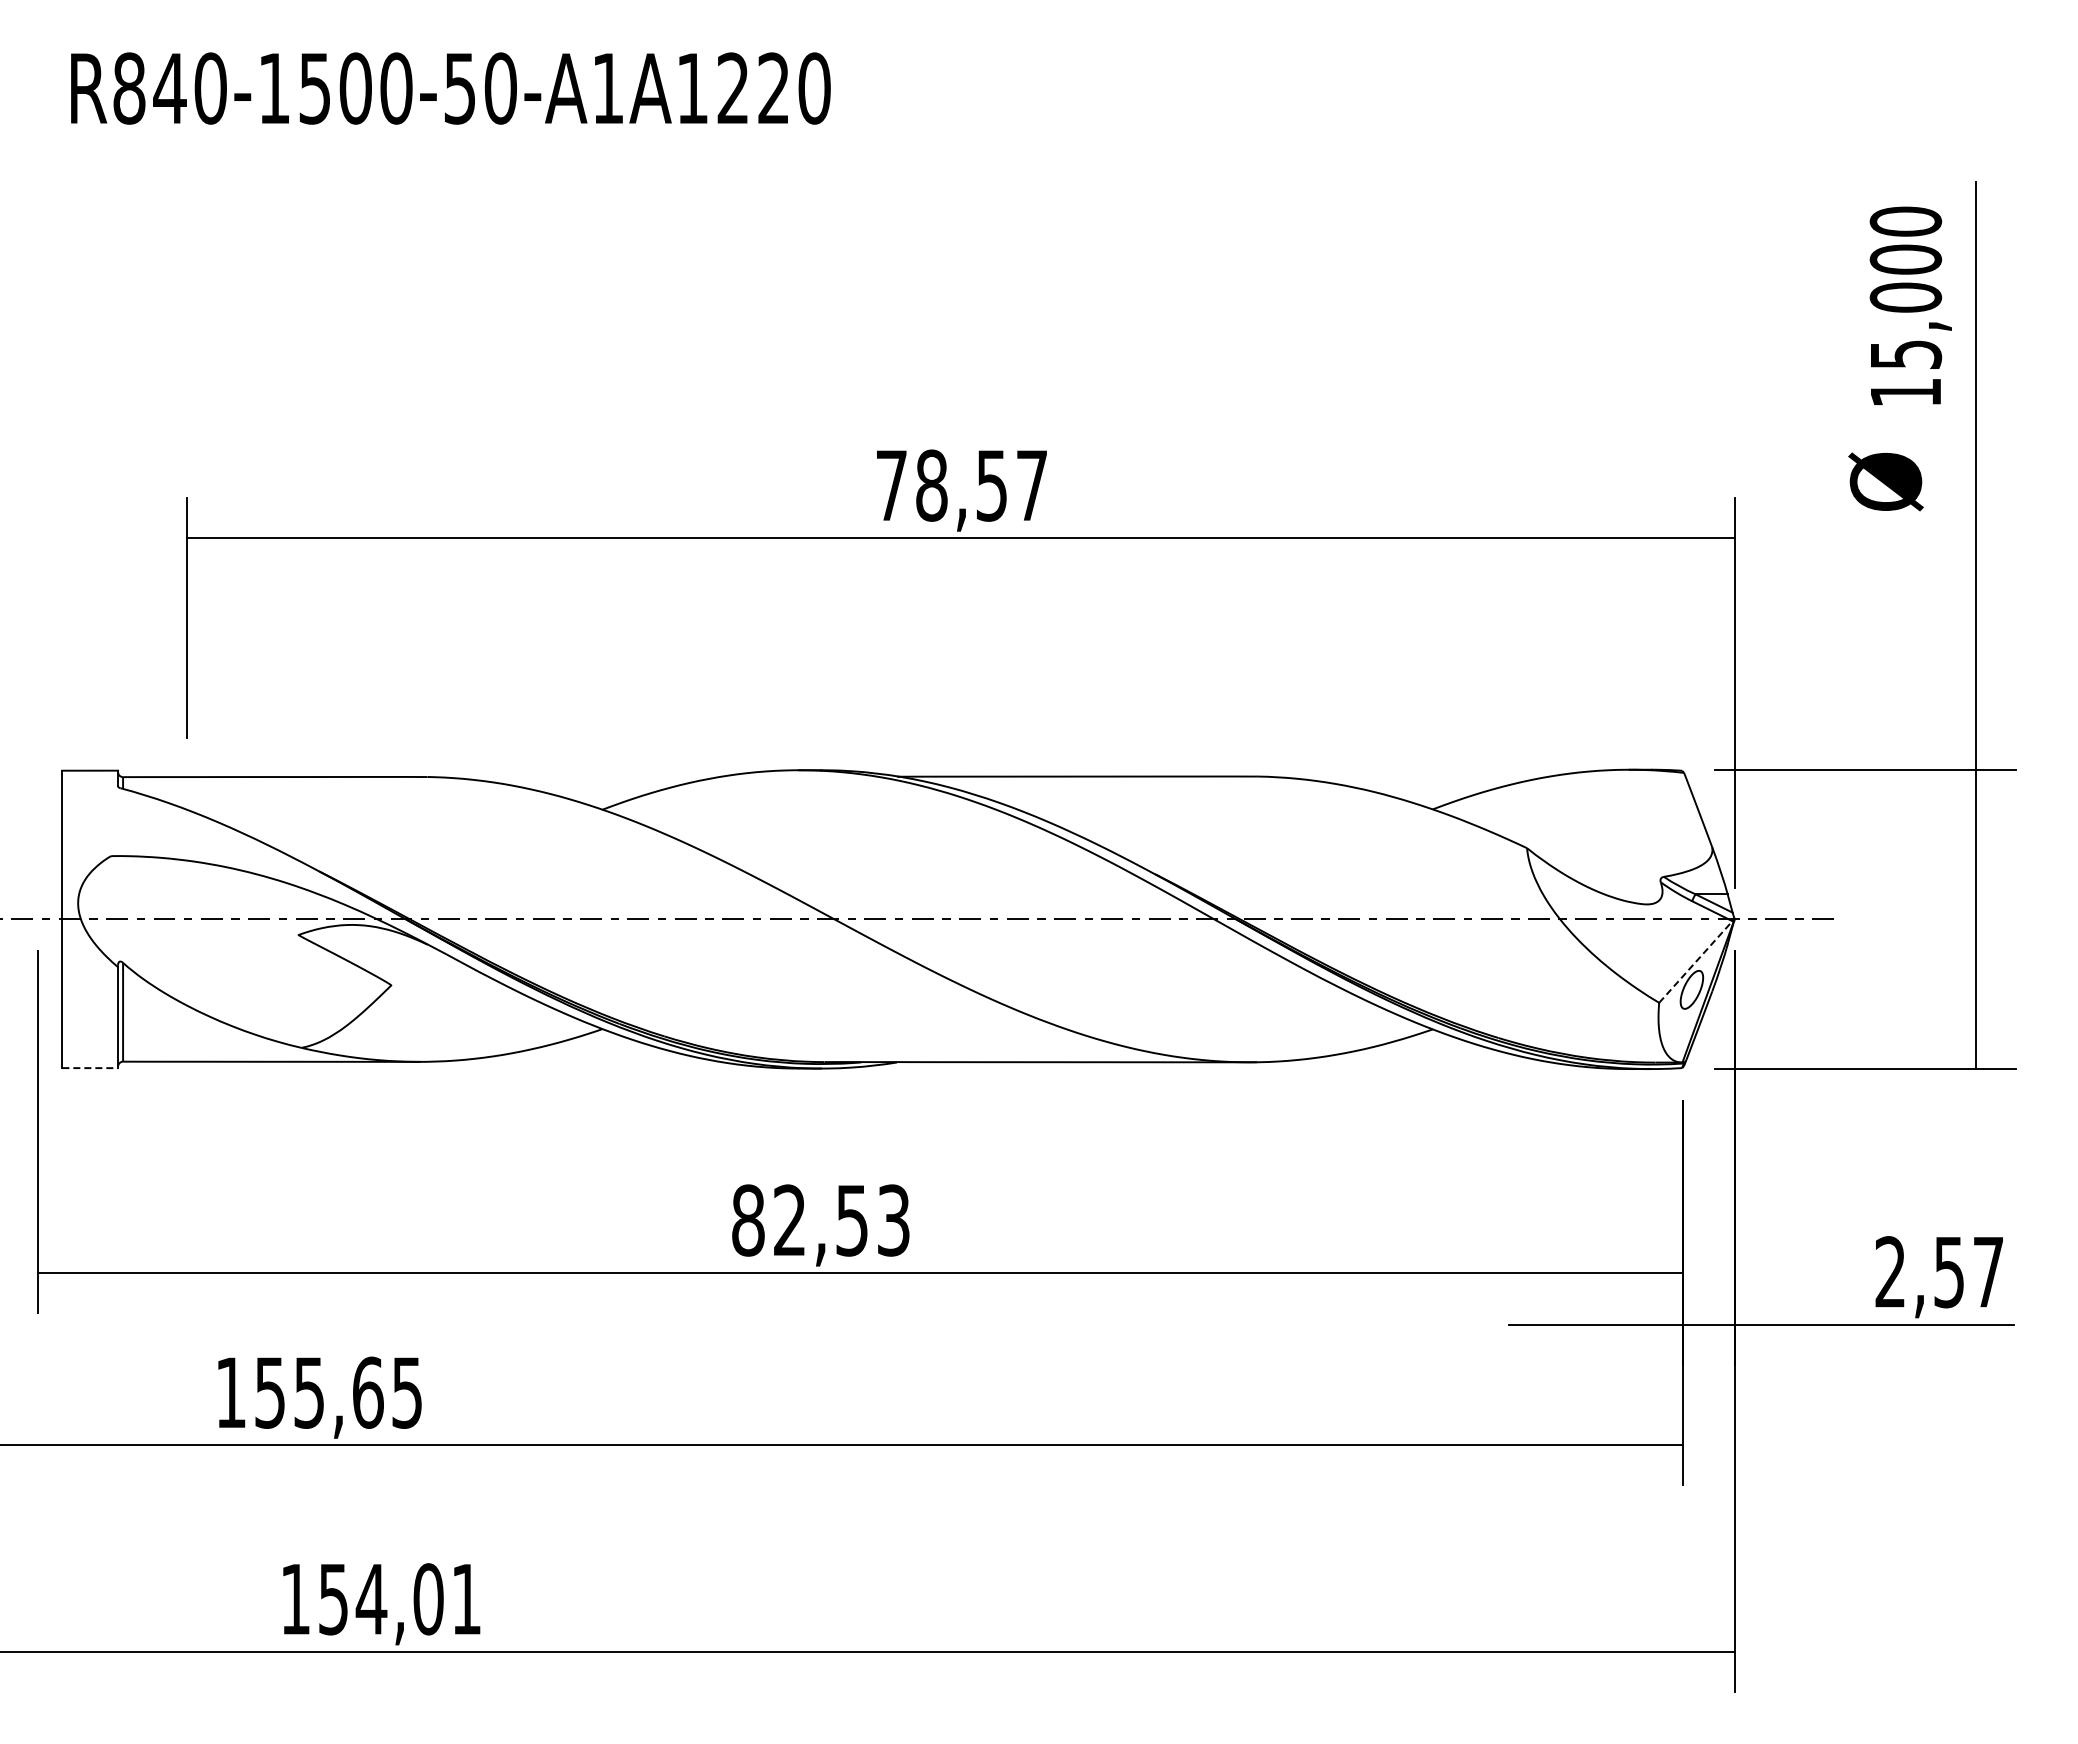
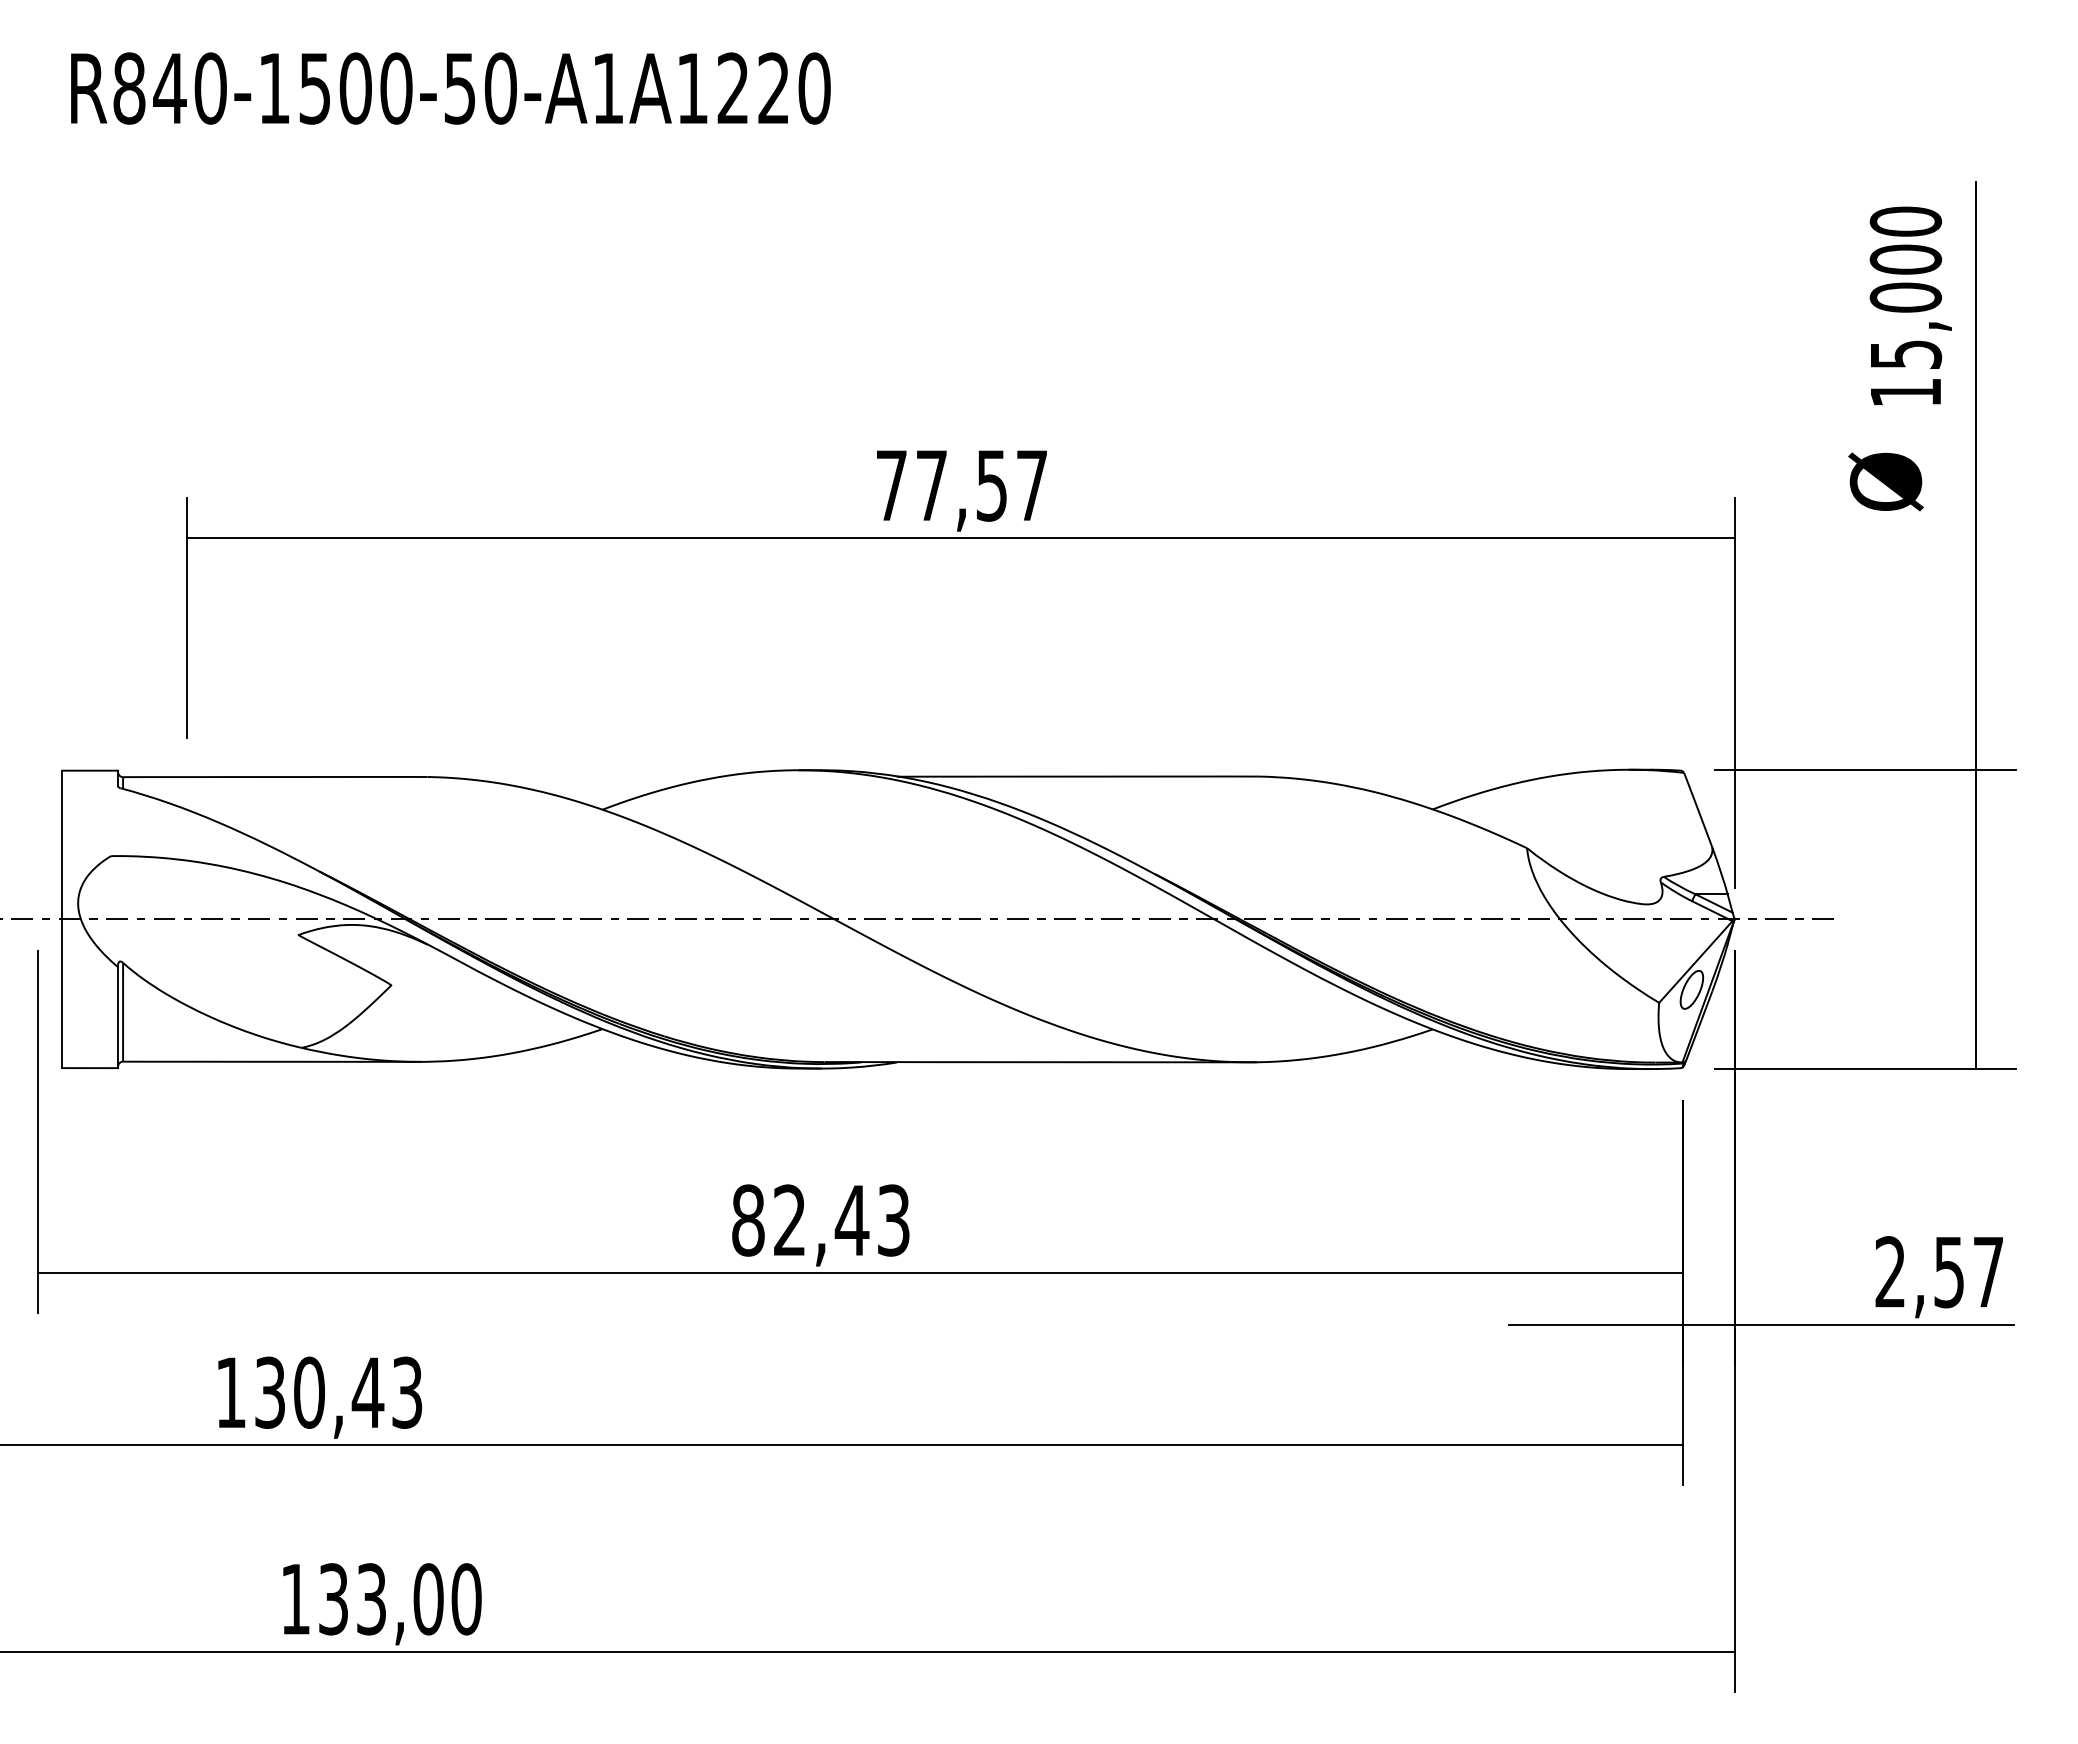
text at (931, 485): 78,57 -> 77,57
line at (1695, 962): dashed -> solid
line at (90, 1068): dashed -> solid
text at (851, 1220): 82,53 -> 82,43
text at (339, 1392): 155,65 -> 130,43
text at (400, 1599): 154,01 -> 133,00
